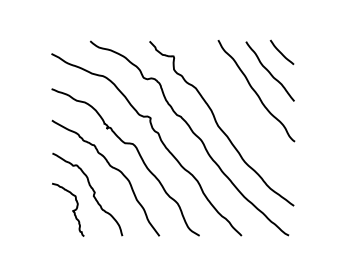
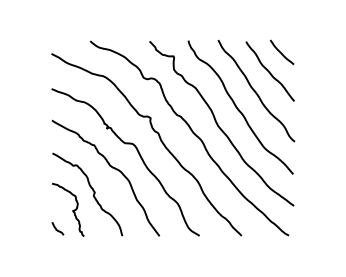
curve at (238, 108): none -> present
curve at (56, 228): none -> present
